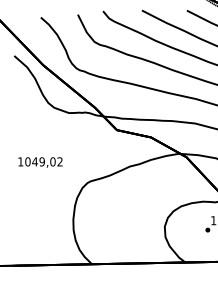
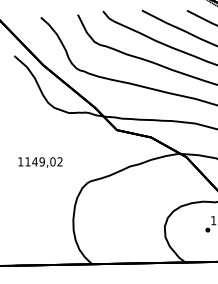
text at (27, 161): 1049,02 -> 1149,02
